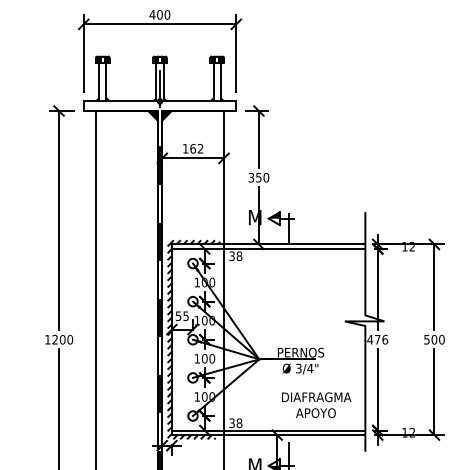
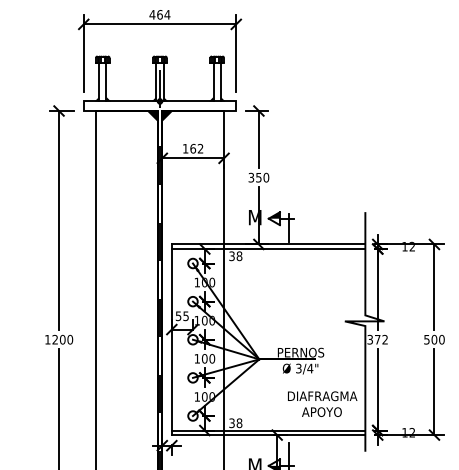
text at (163, 14): 400 -> 464
hatch at (193, 339): present -> none
text at (377, 339): 476 -> 372
text at (316, 404) position: (316, 404) -> (322, 403)
